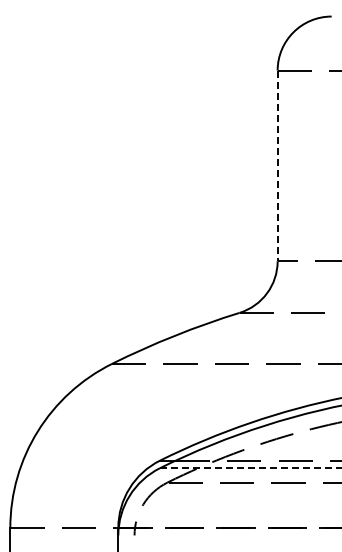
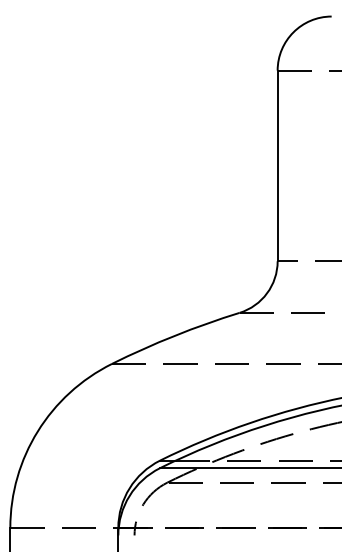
line at (277, 166): dashed -> solid
line at (250, 468): dashed -> solid
